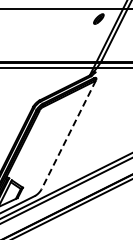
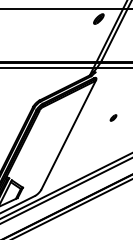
part at (113, 117): none -> present
line at (68, 135): dashed -> solid
